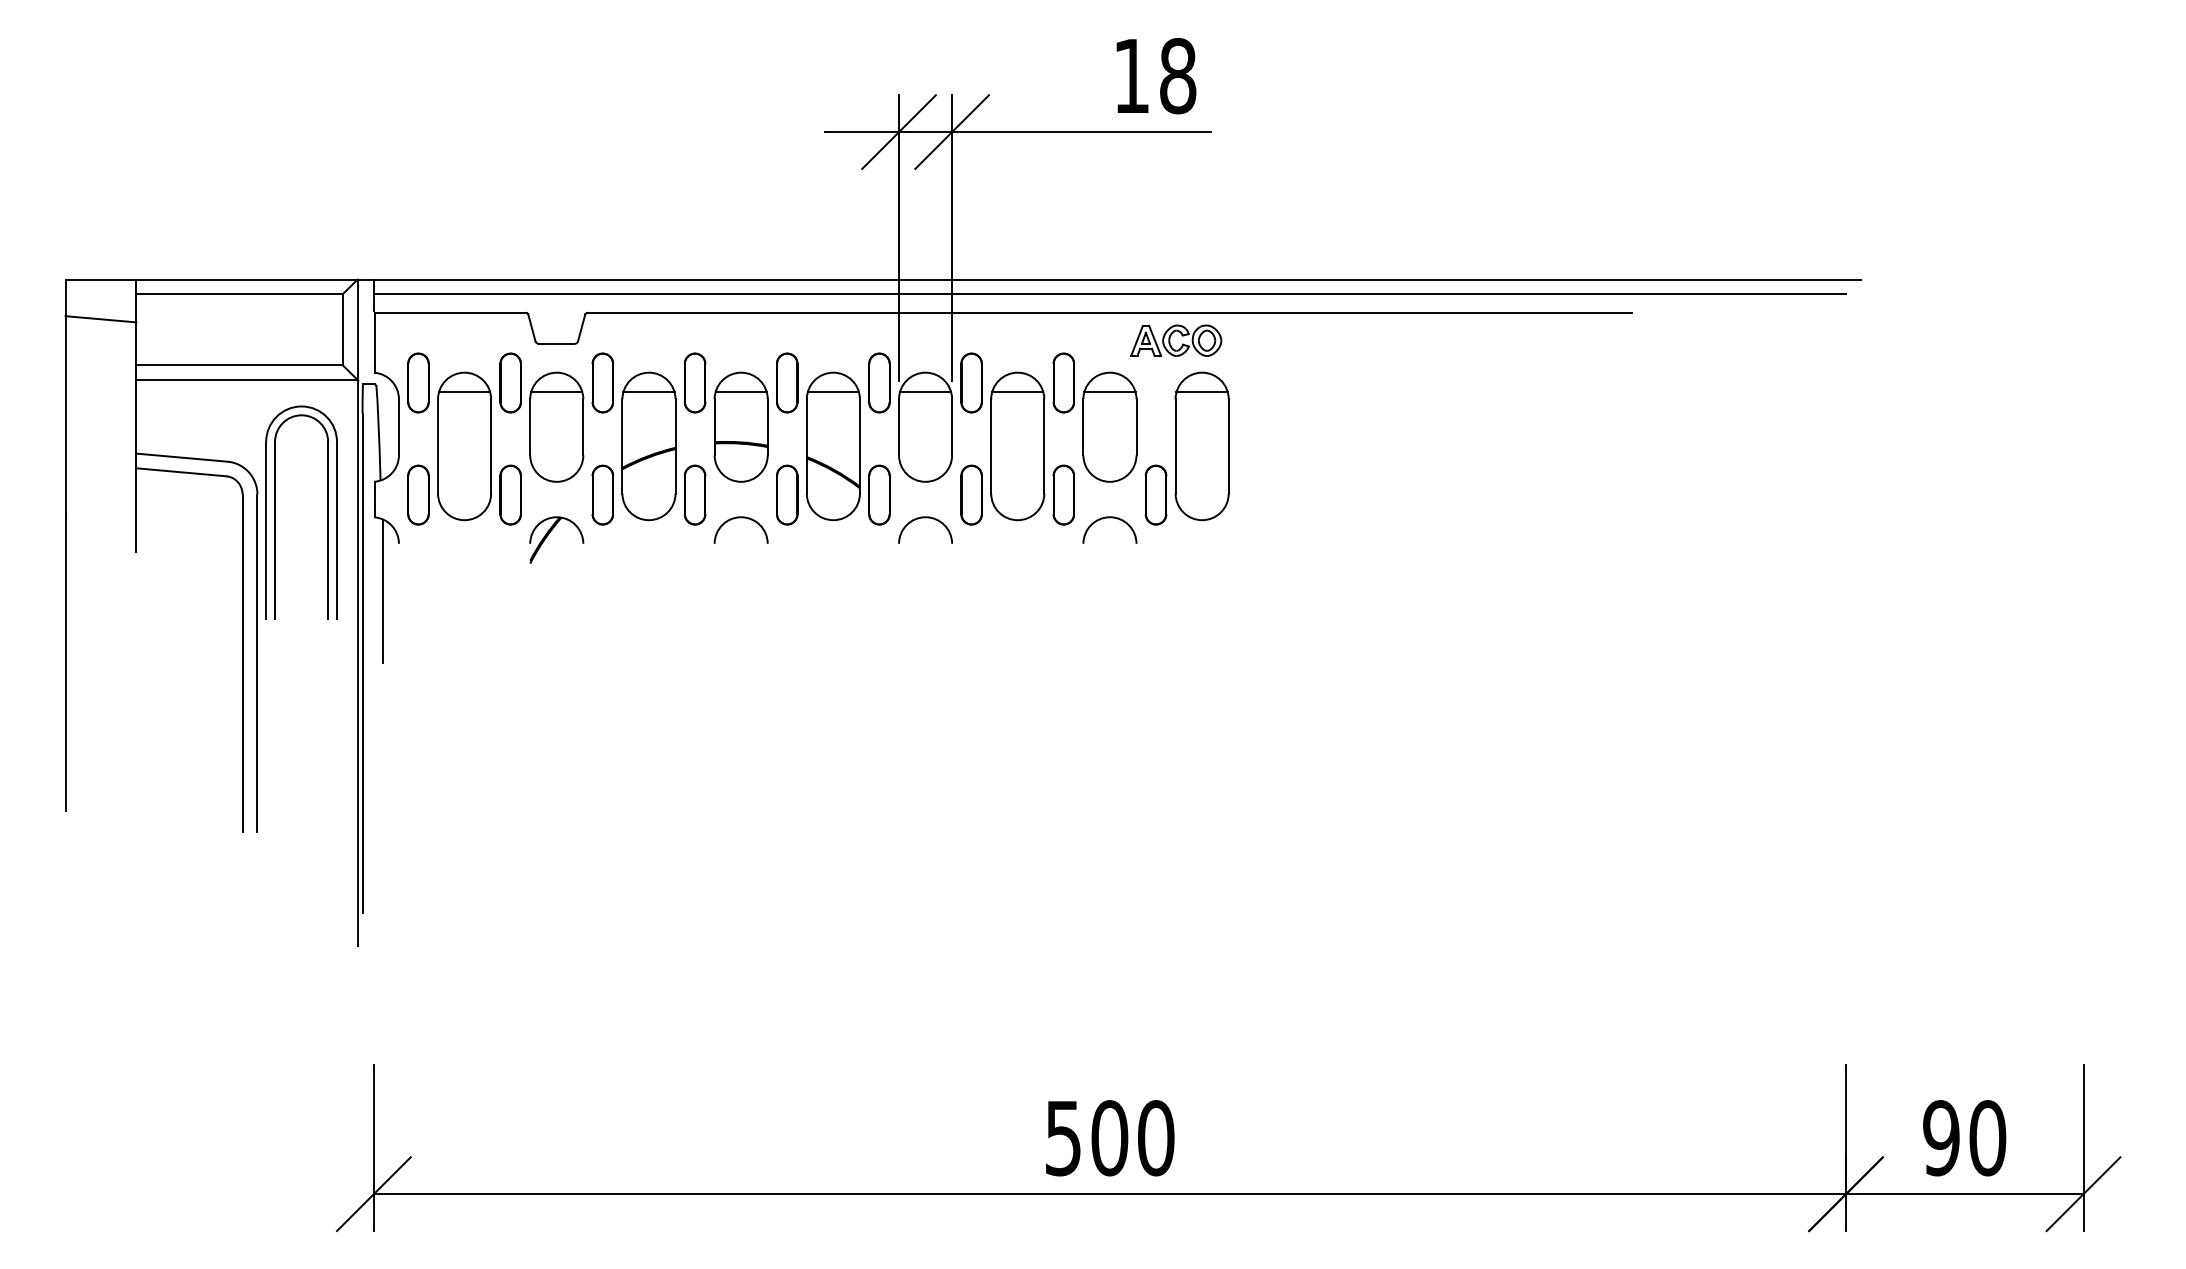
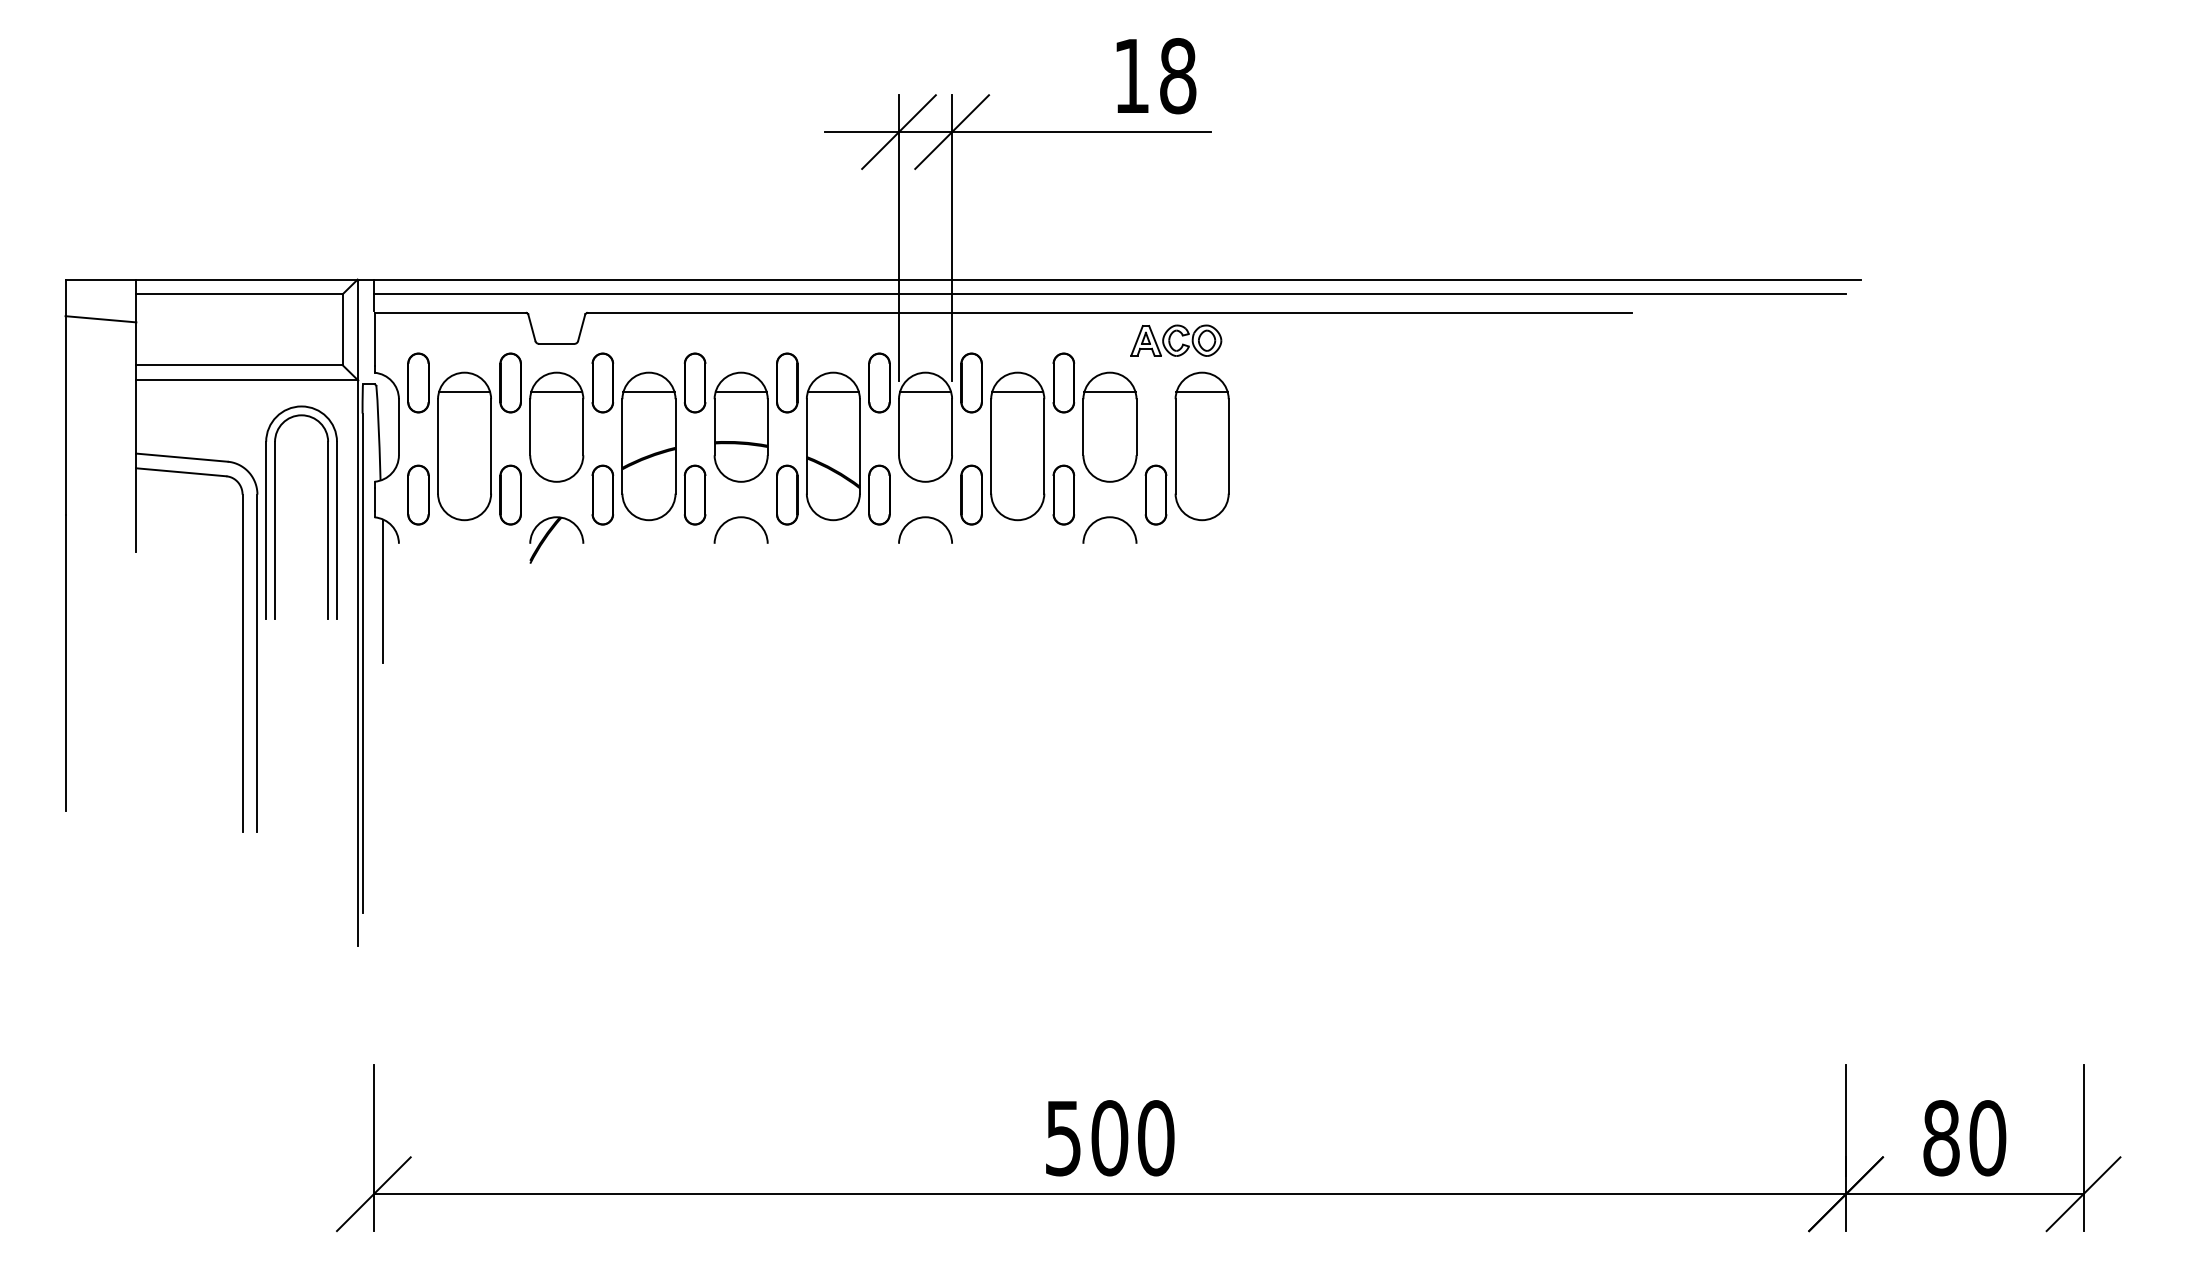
text at (1941, 1138): 90 -> 80
